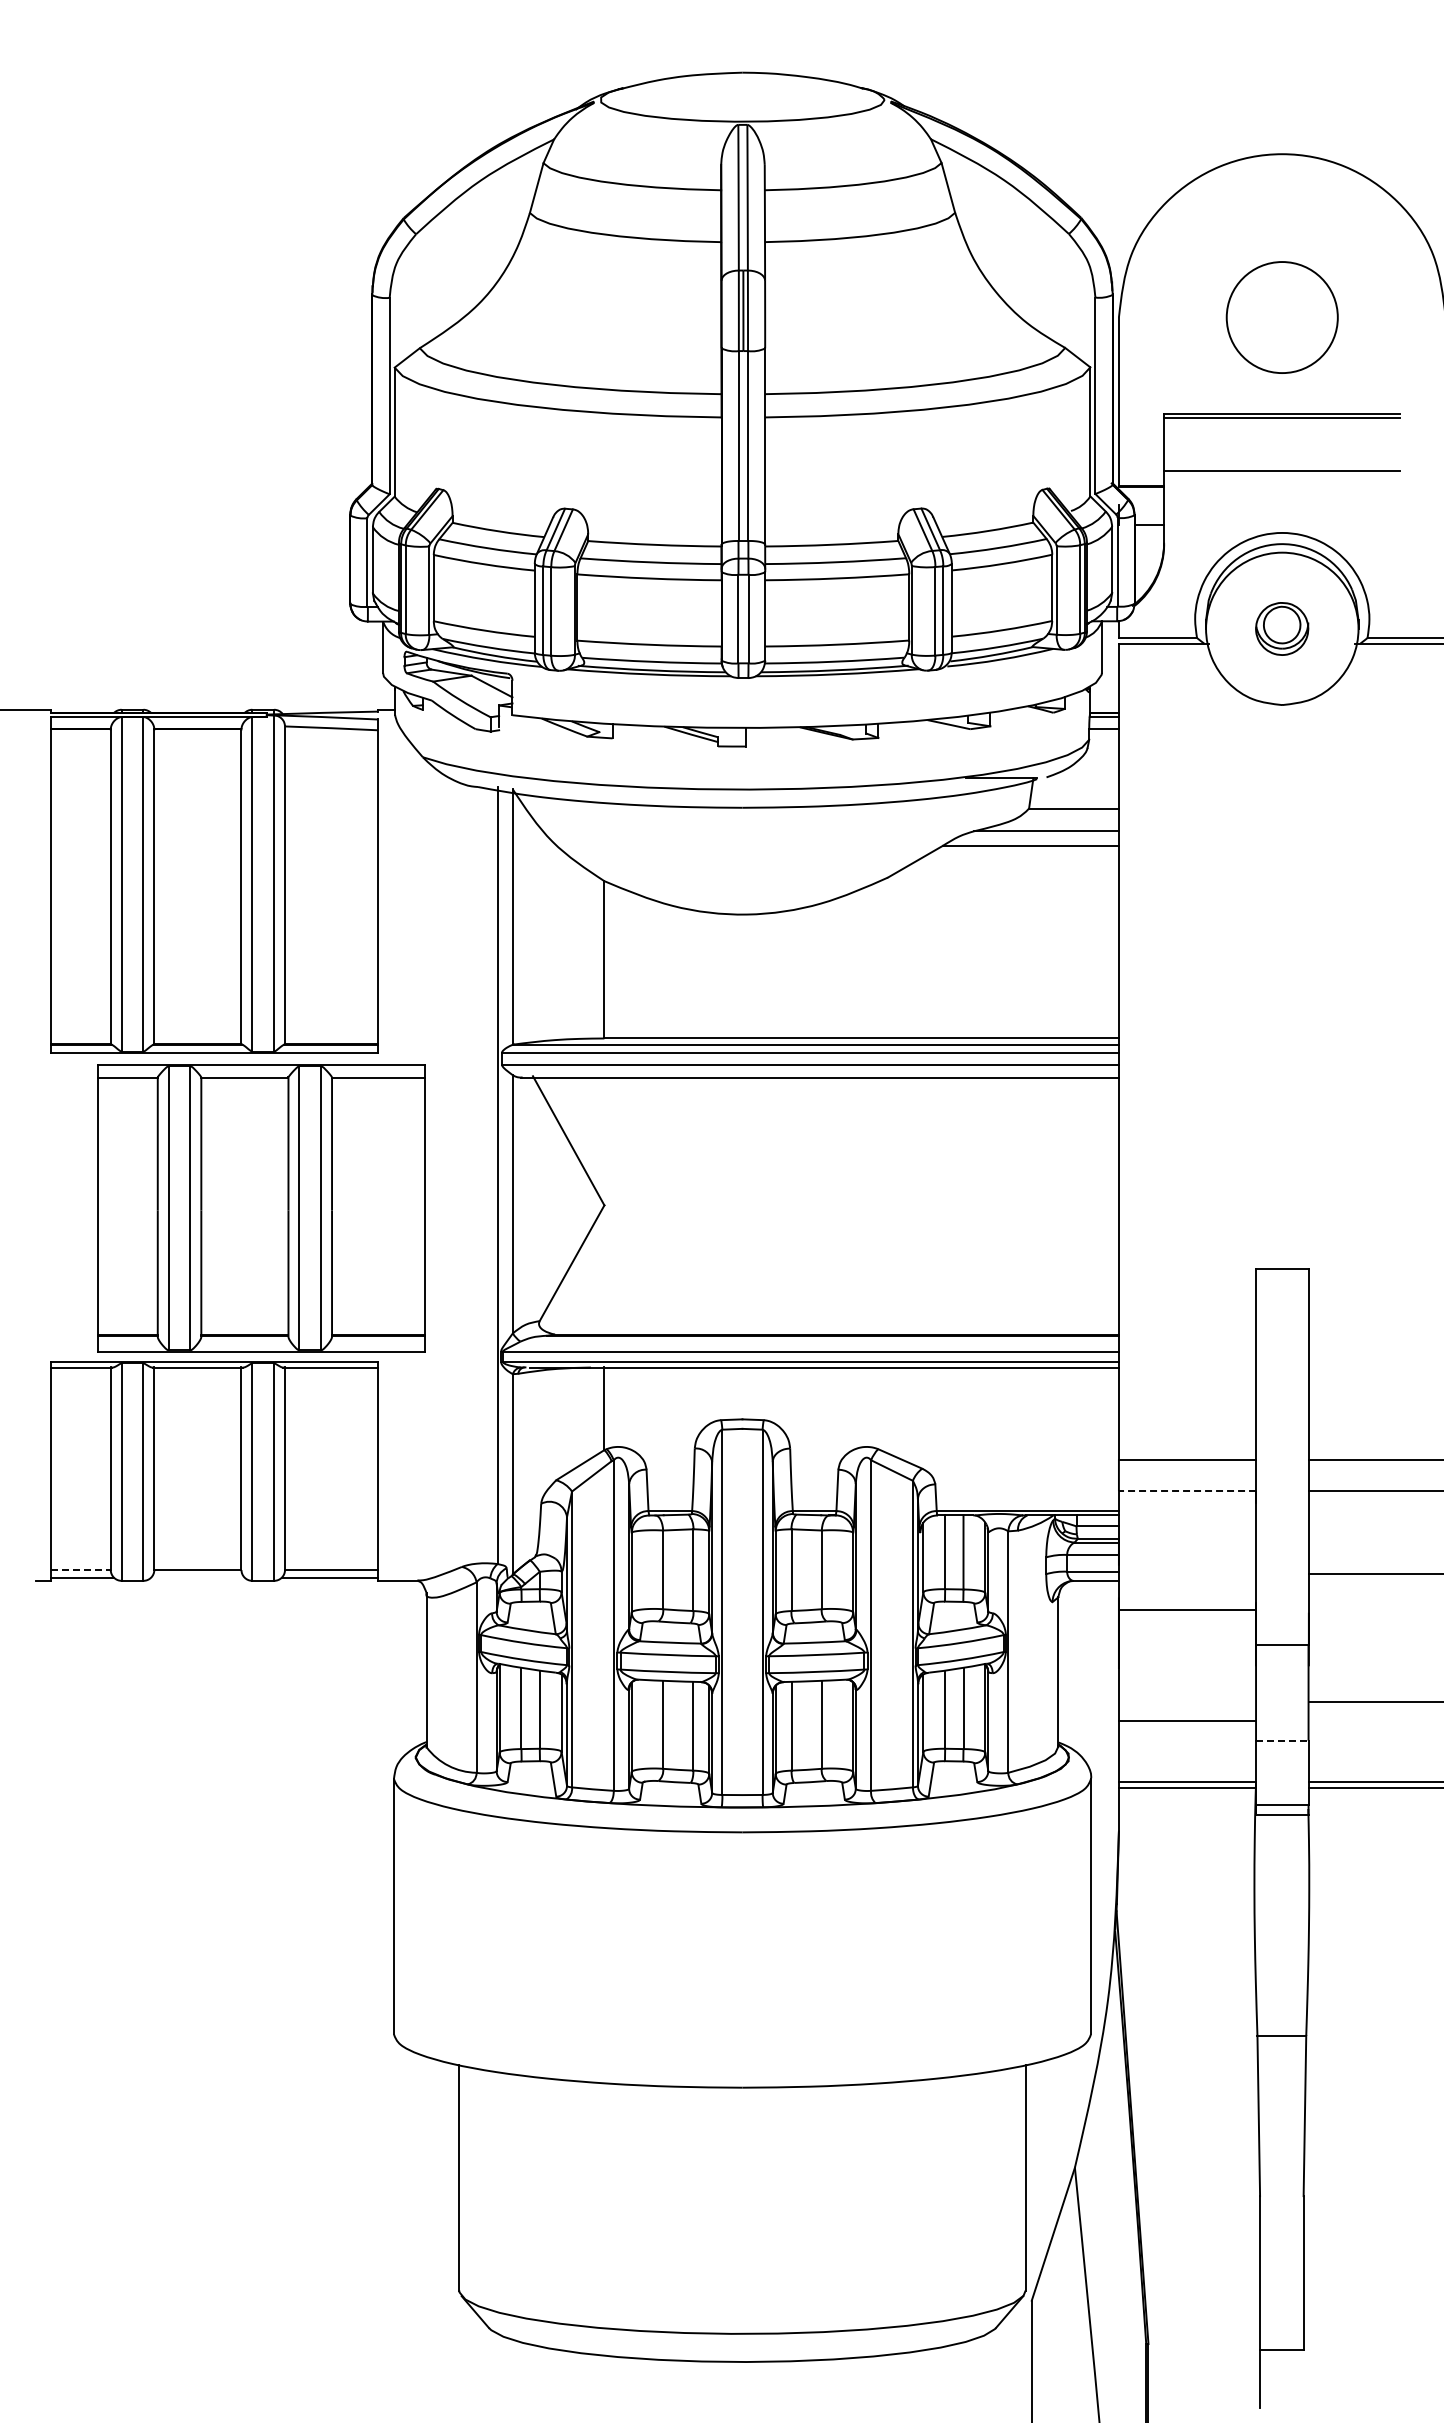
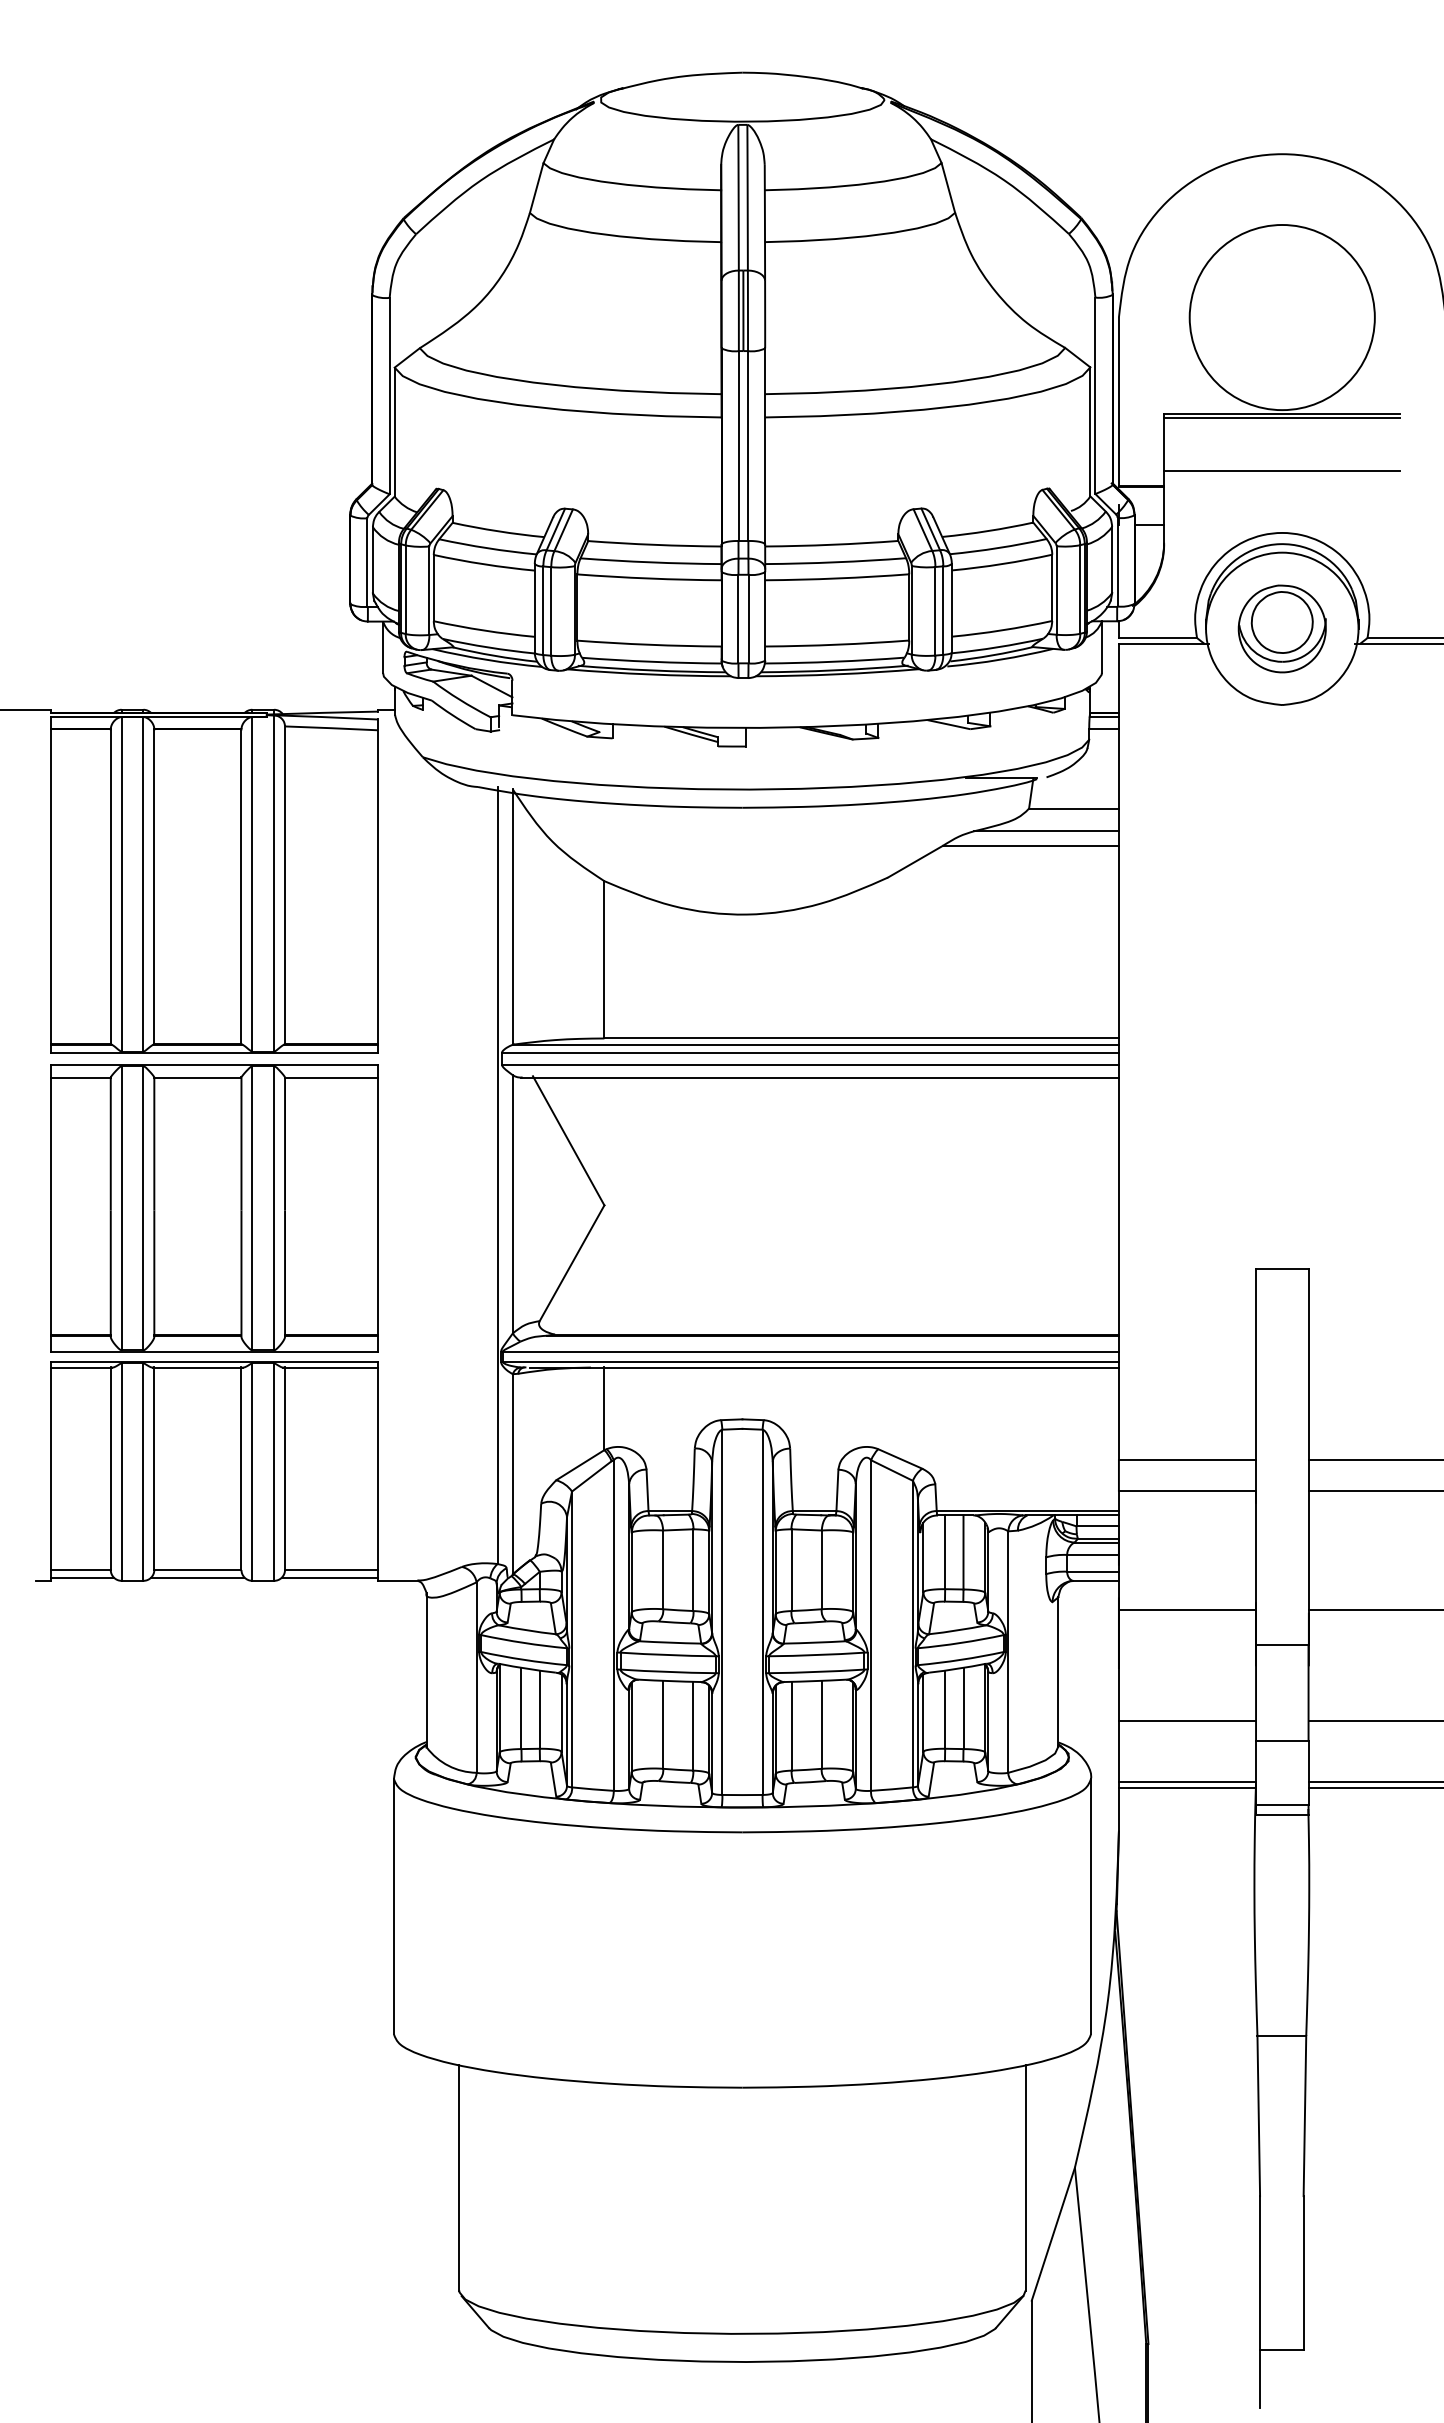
circle at (1281, 317) diameter: 111 px -> 185 px
part at (1282, 628) size: 55x54 px -> 90x90 px
part at (261, 1208) position: (261, 1208) -> (214, 1208)
line at (1187, 1491): dashed -> solid
line at (80, 1570): dashed -> solid
line at (1374, 1573) position: (1374, 1573) -> (1374, 1609)
line at (197, 1577): none -> present
line at (1374, 1702) position: (1374, 1702) -> (1374, 1721)
line at (1282, 1740): dashed -> solid
